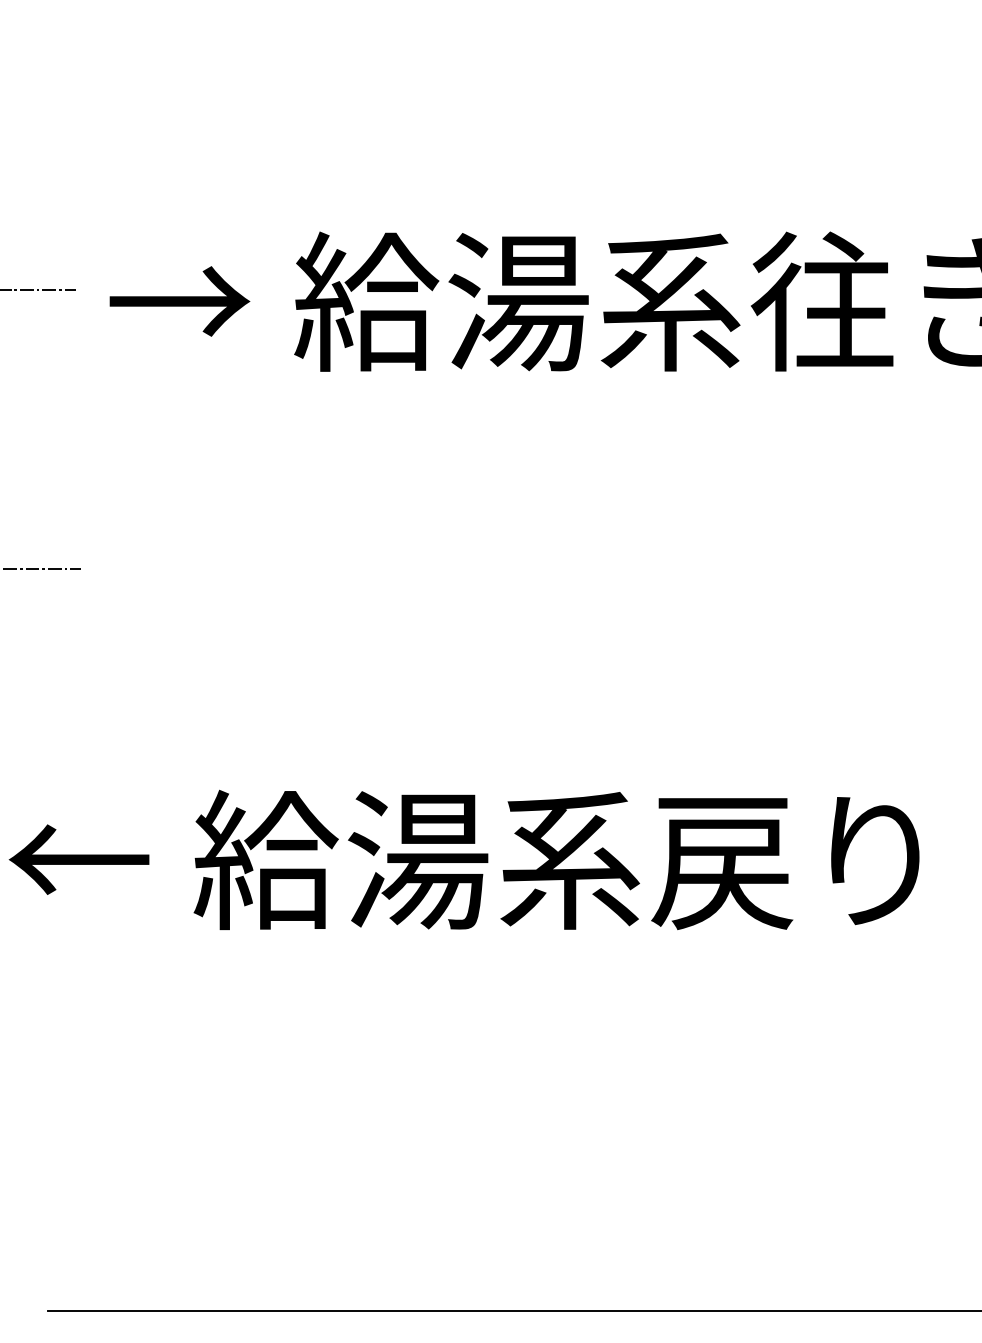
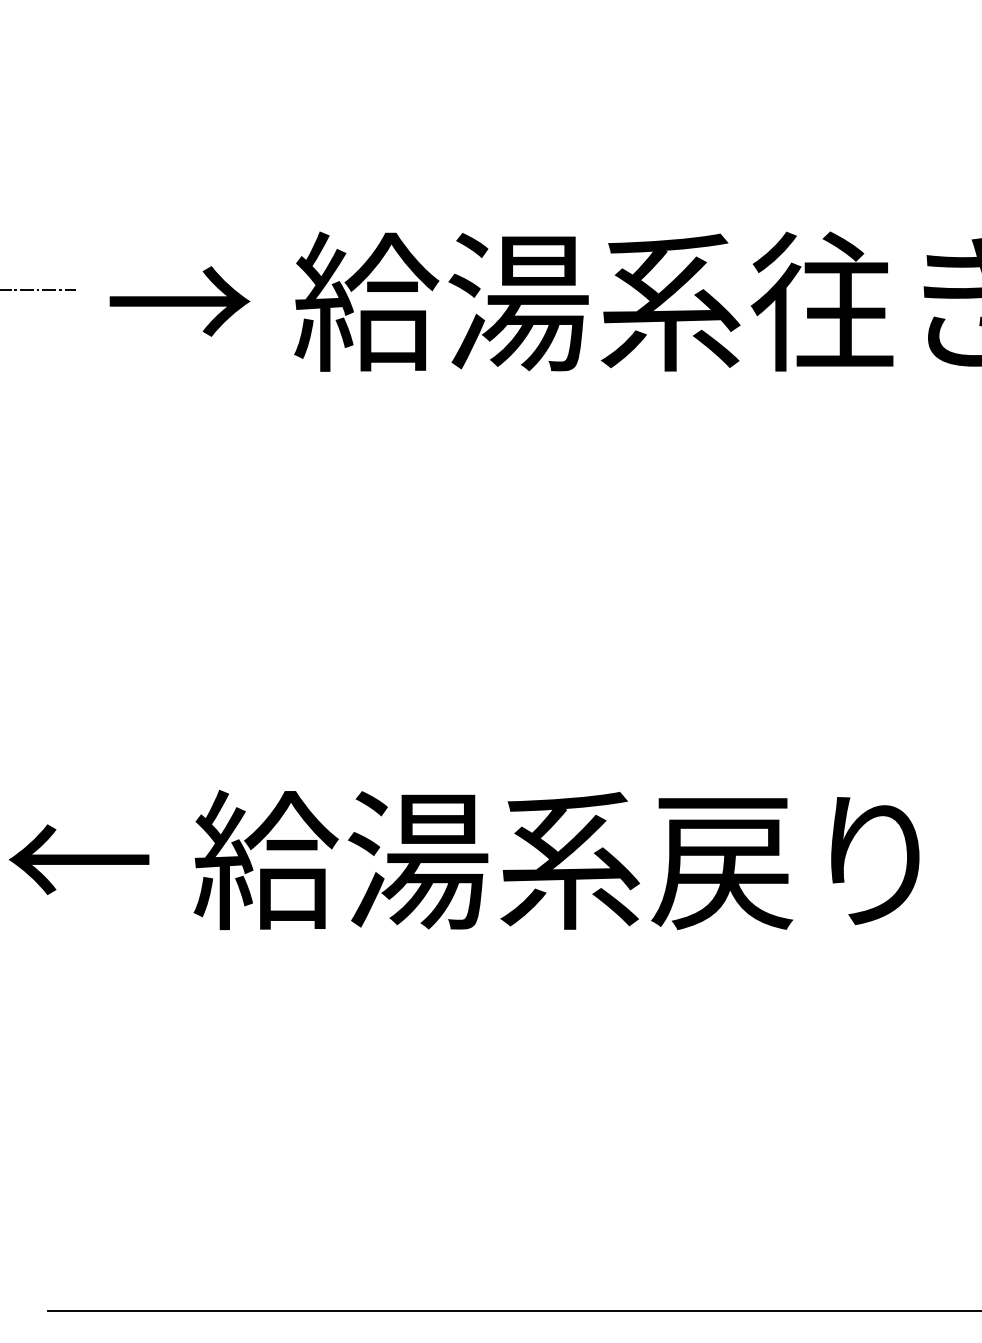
line at (41, 568): present -> none
